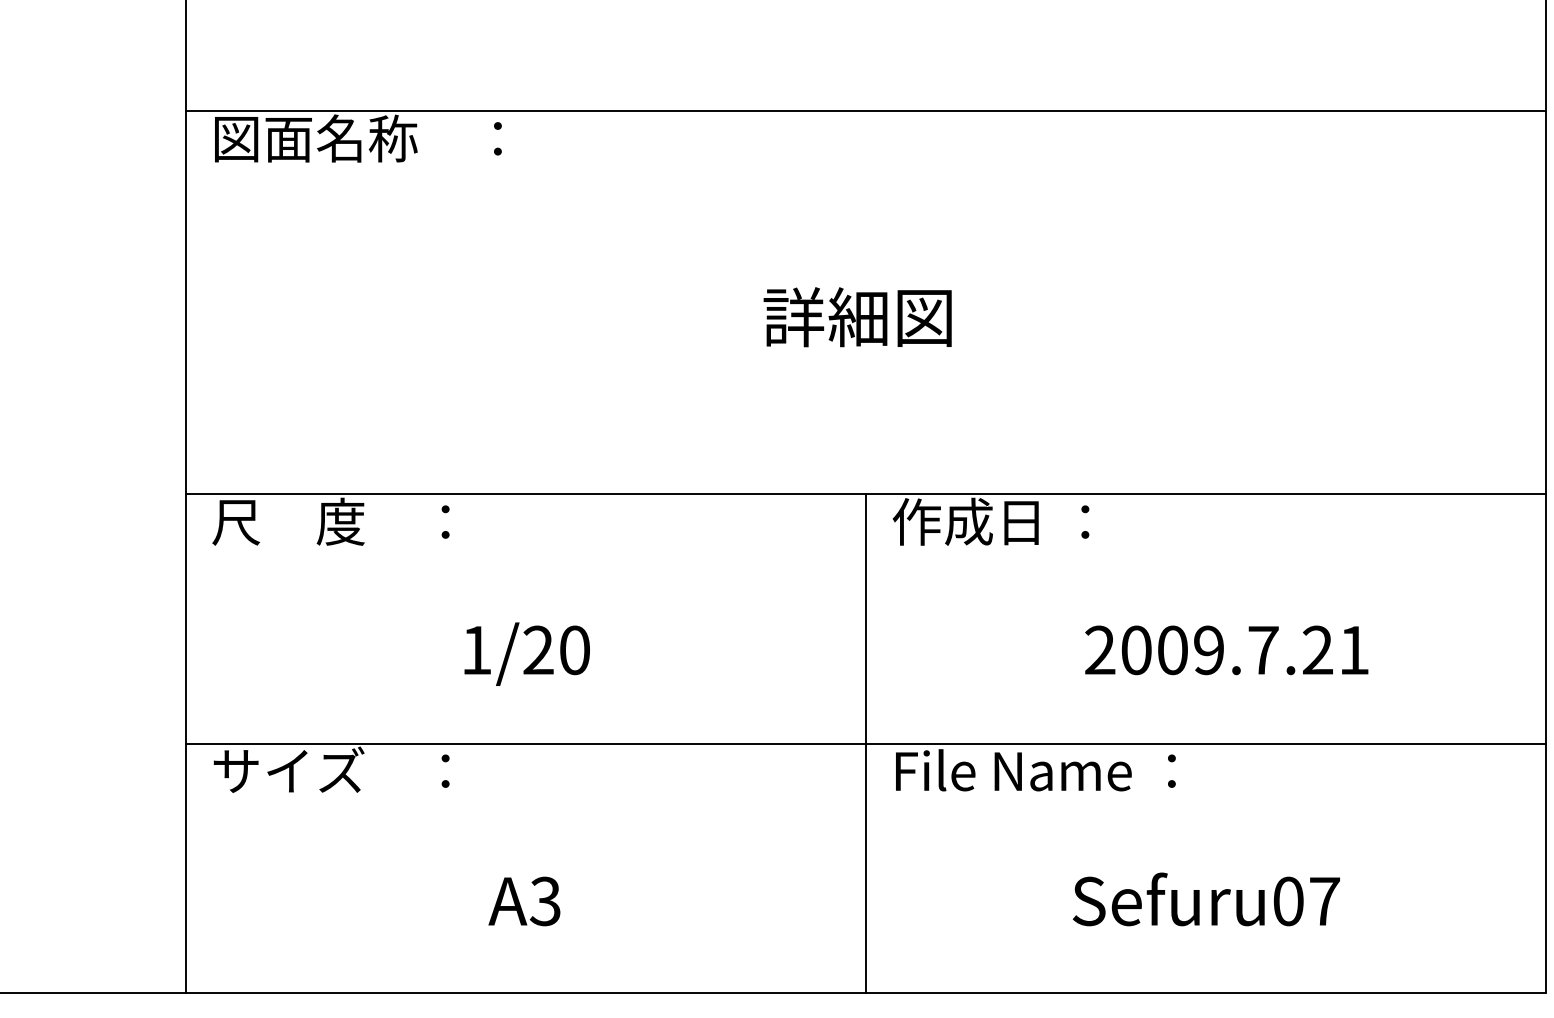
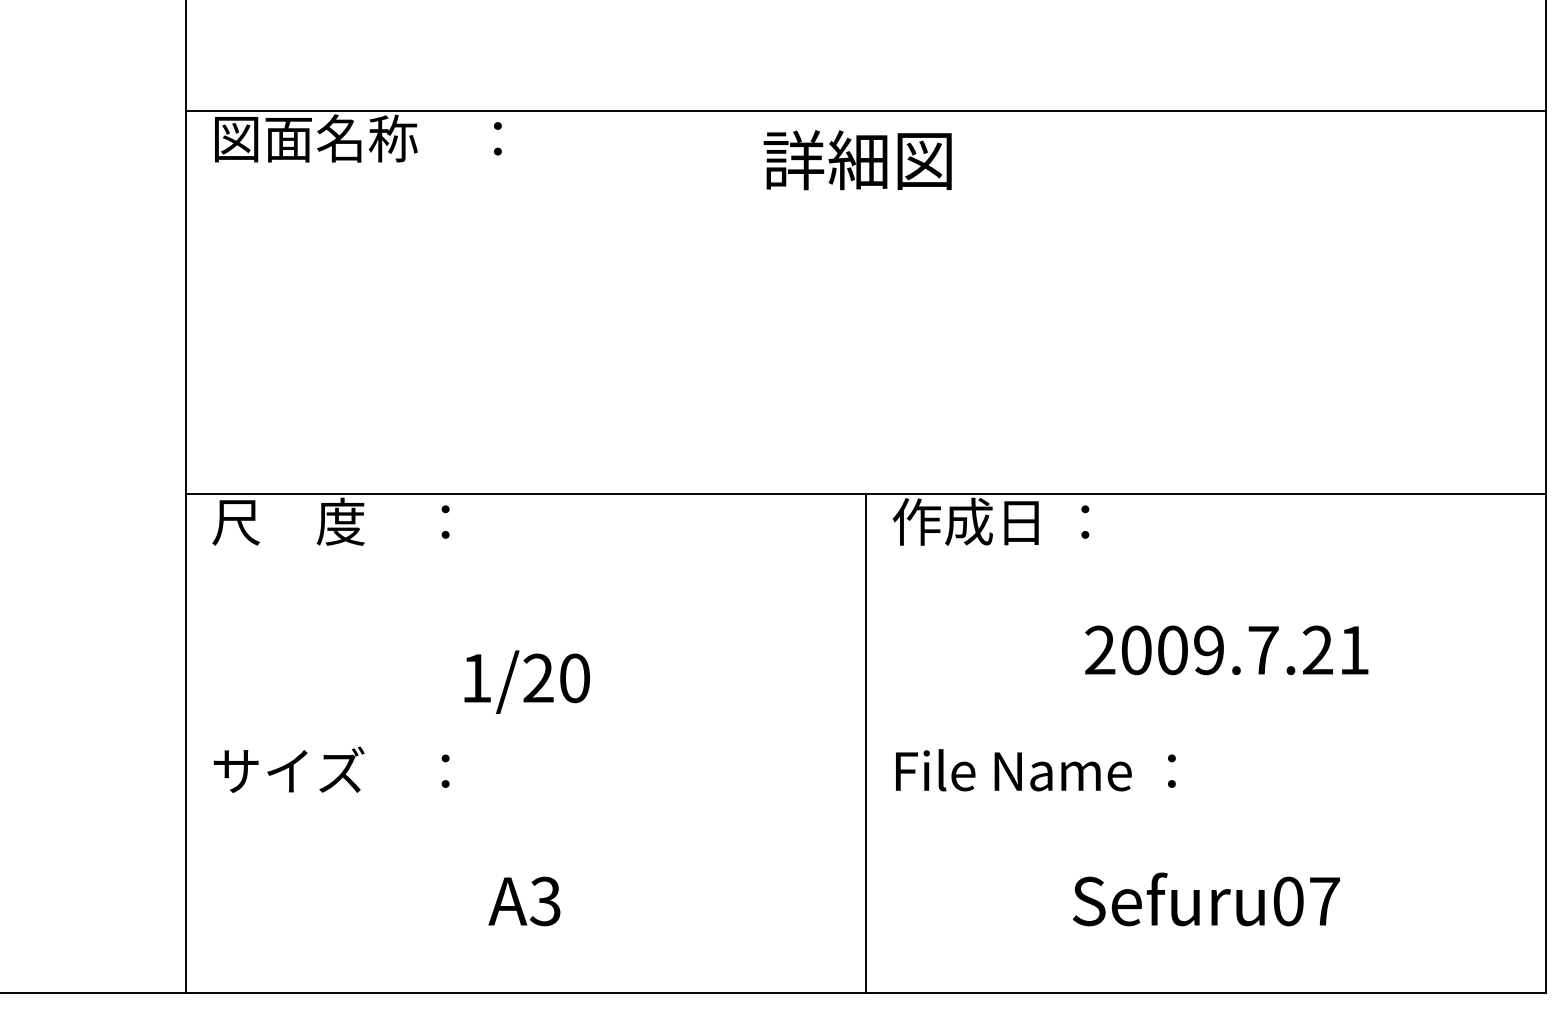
text at (857, 317) position: (857, 317) -> (857, 160)
text at (526, 653) position: (526, 653) -> (526, 681)
line at (865, 743): present -> none
